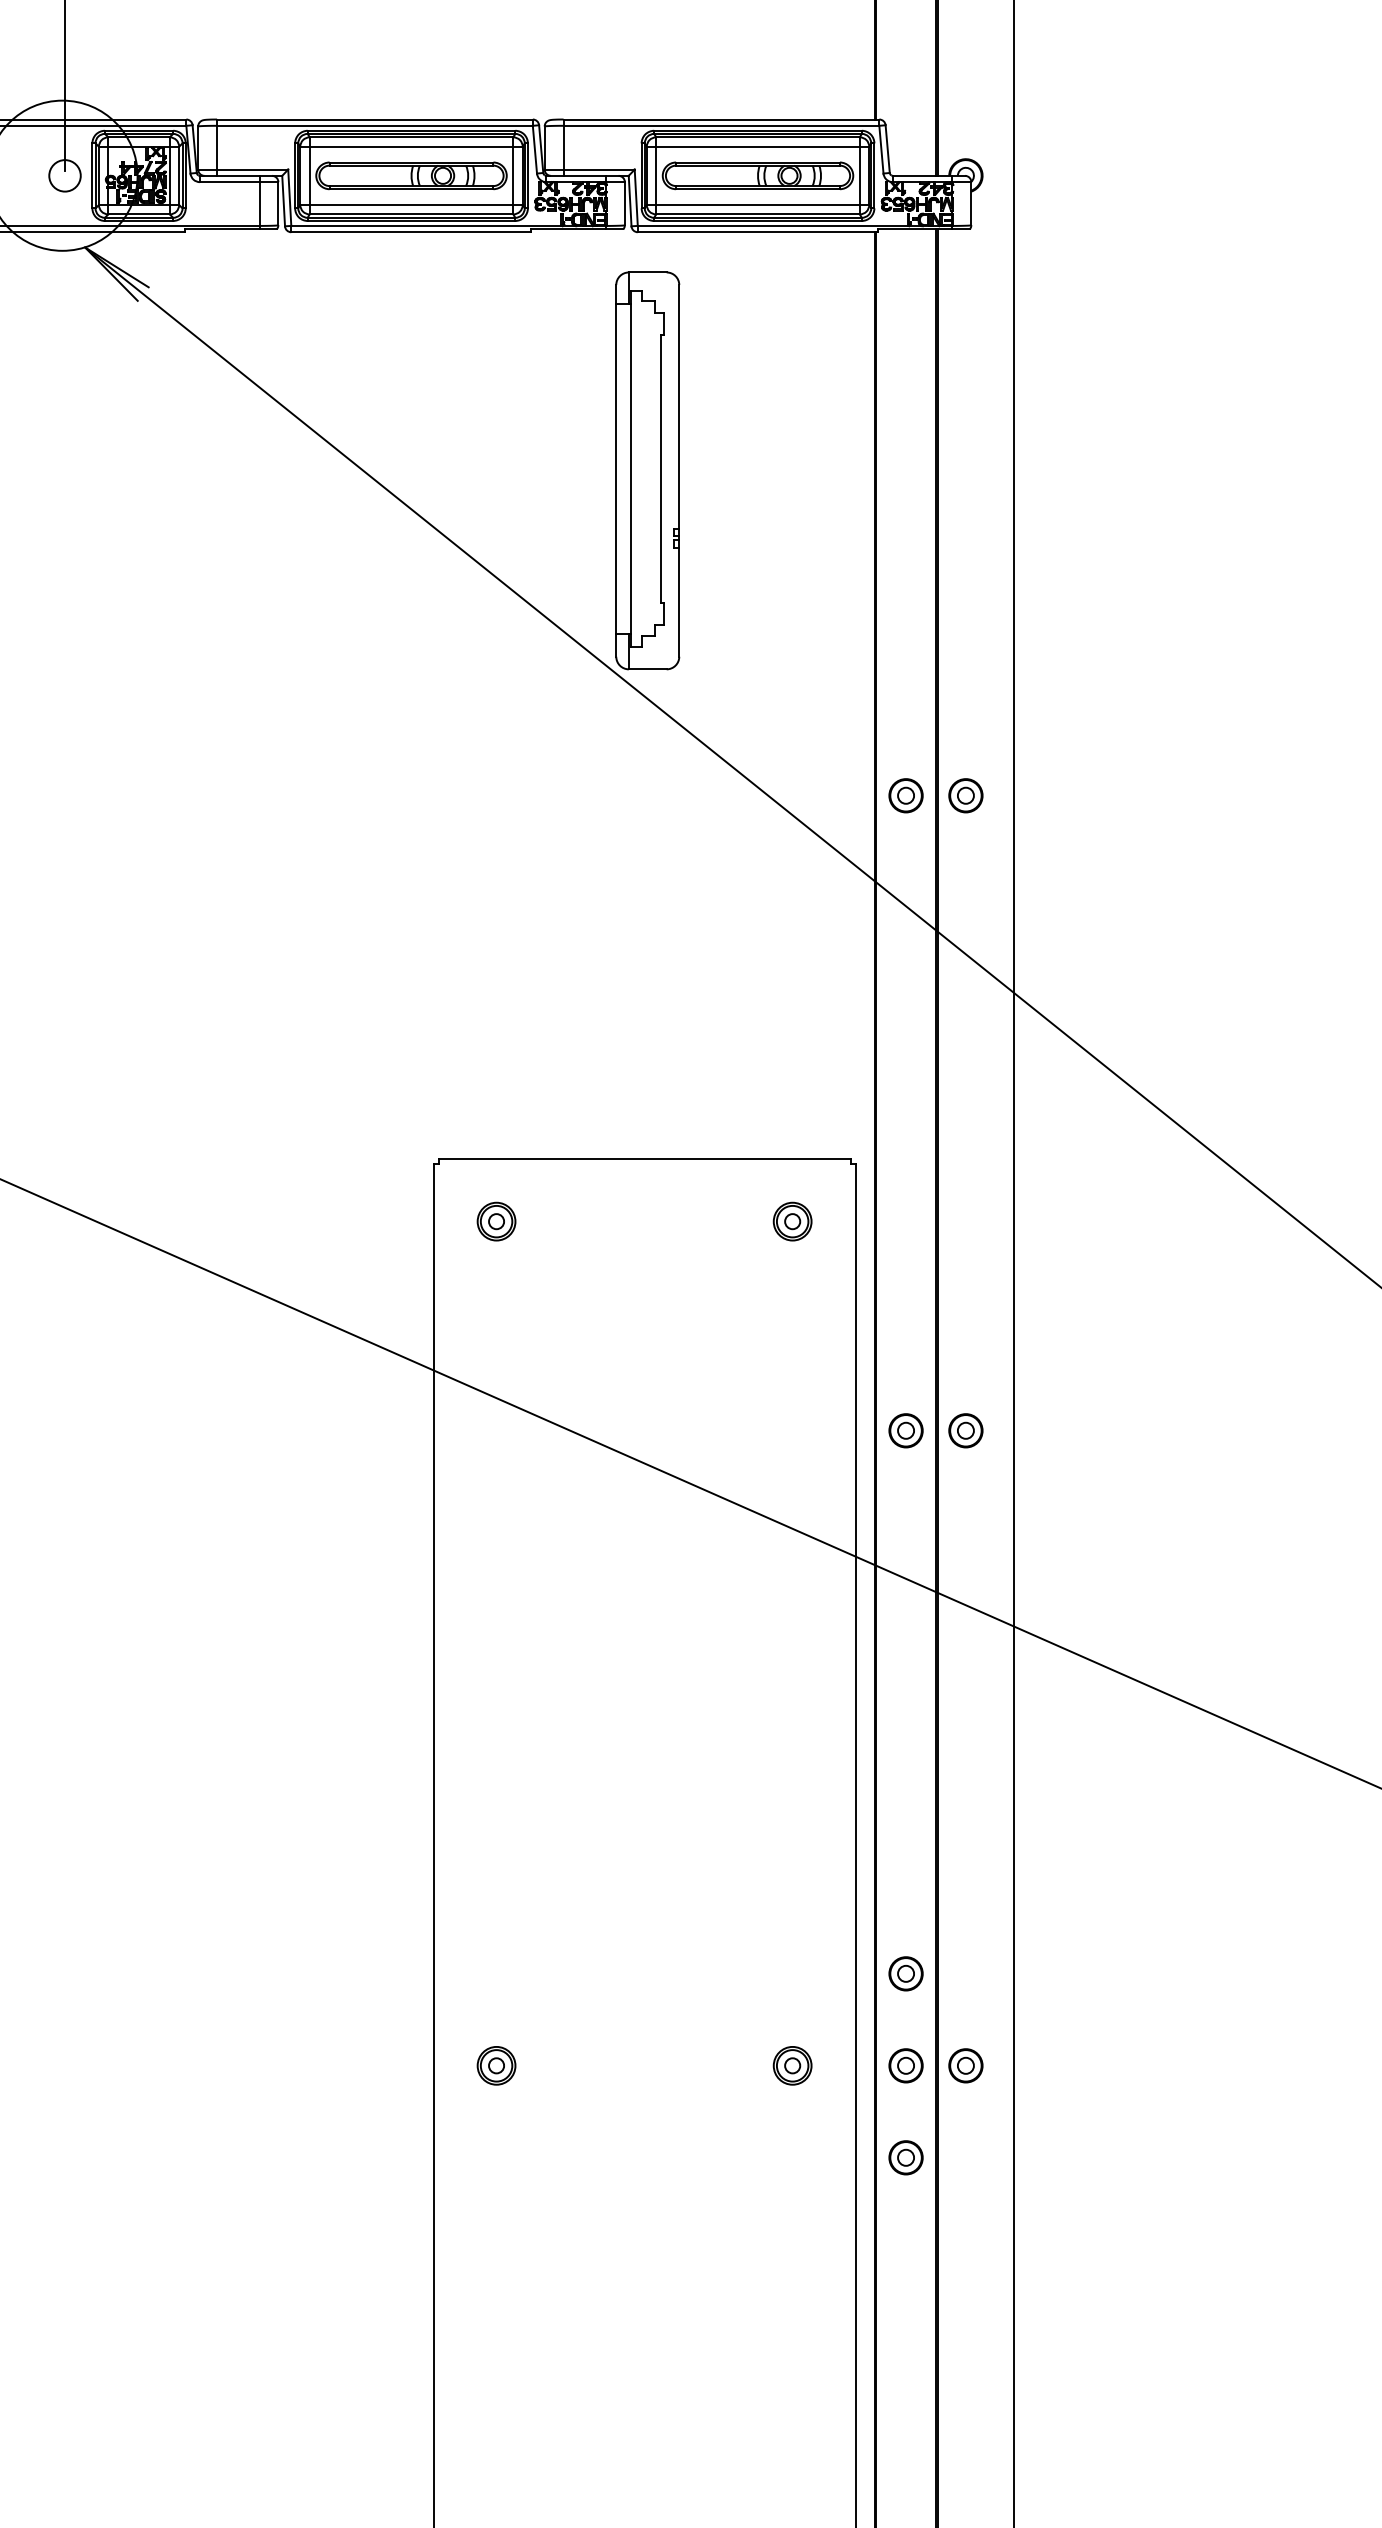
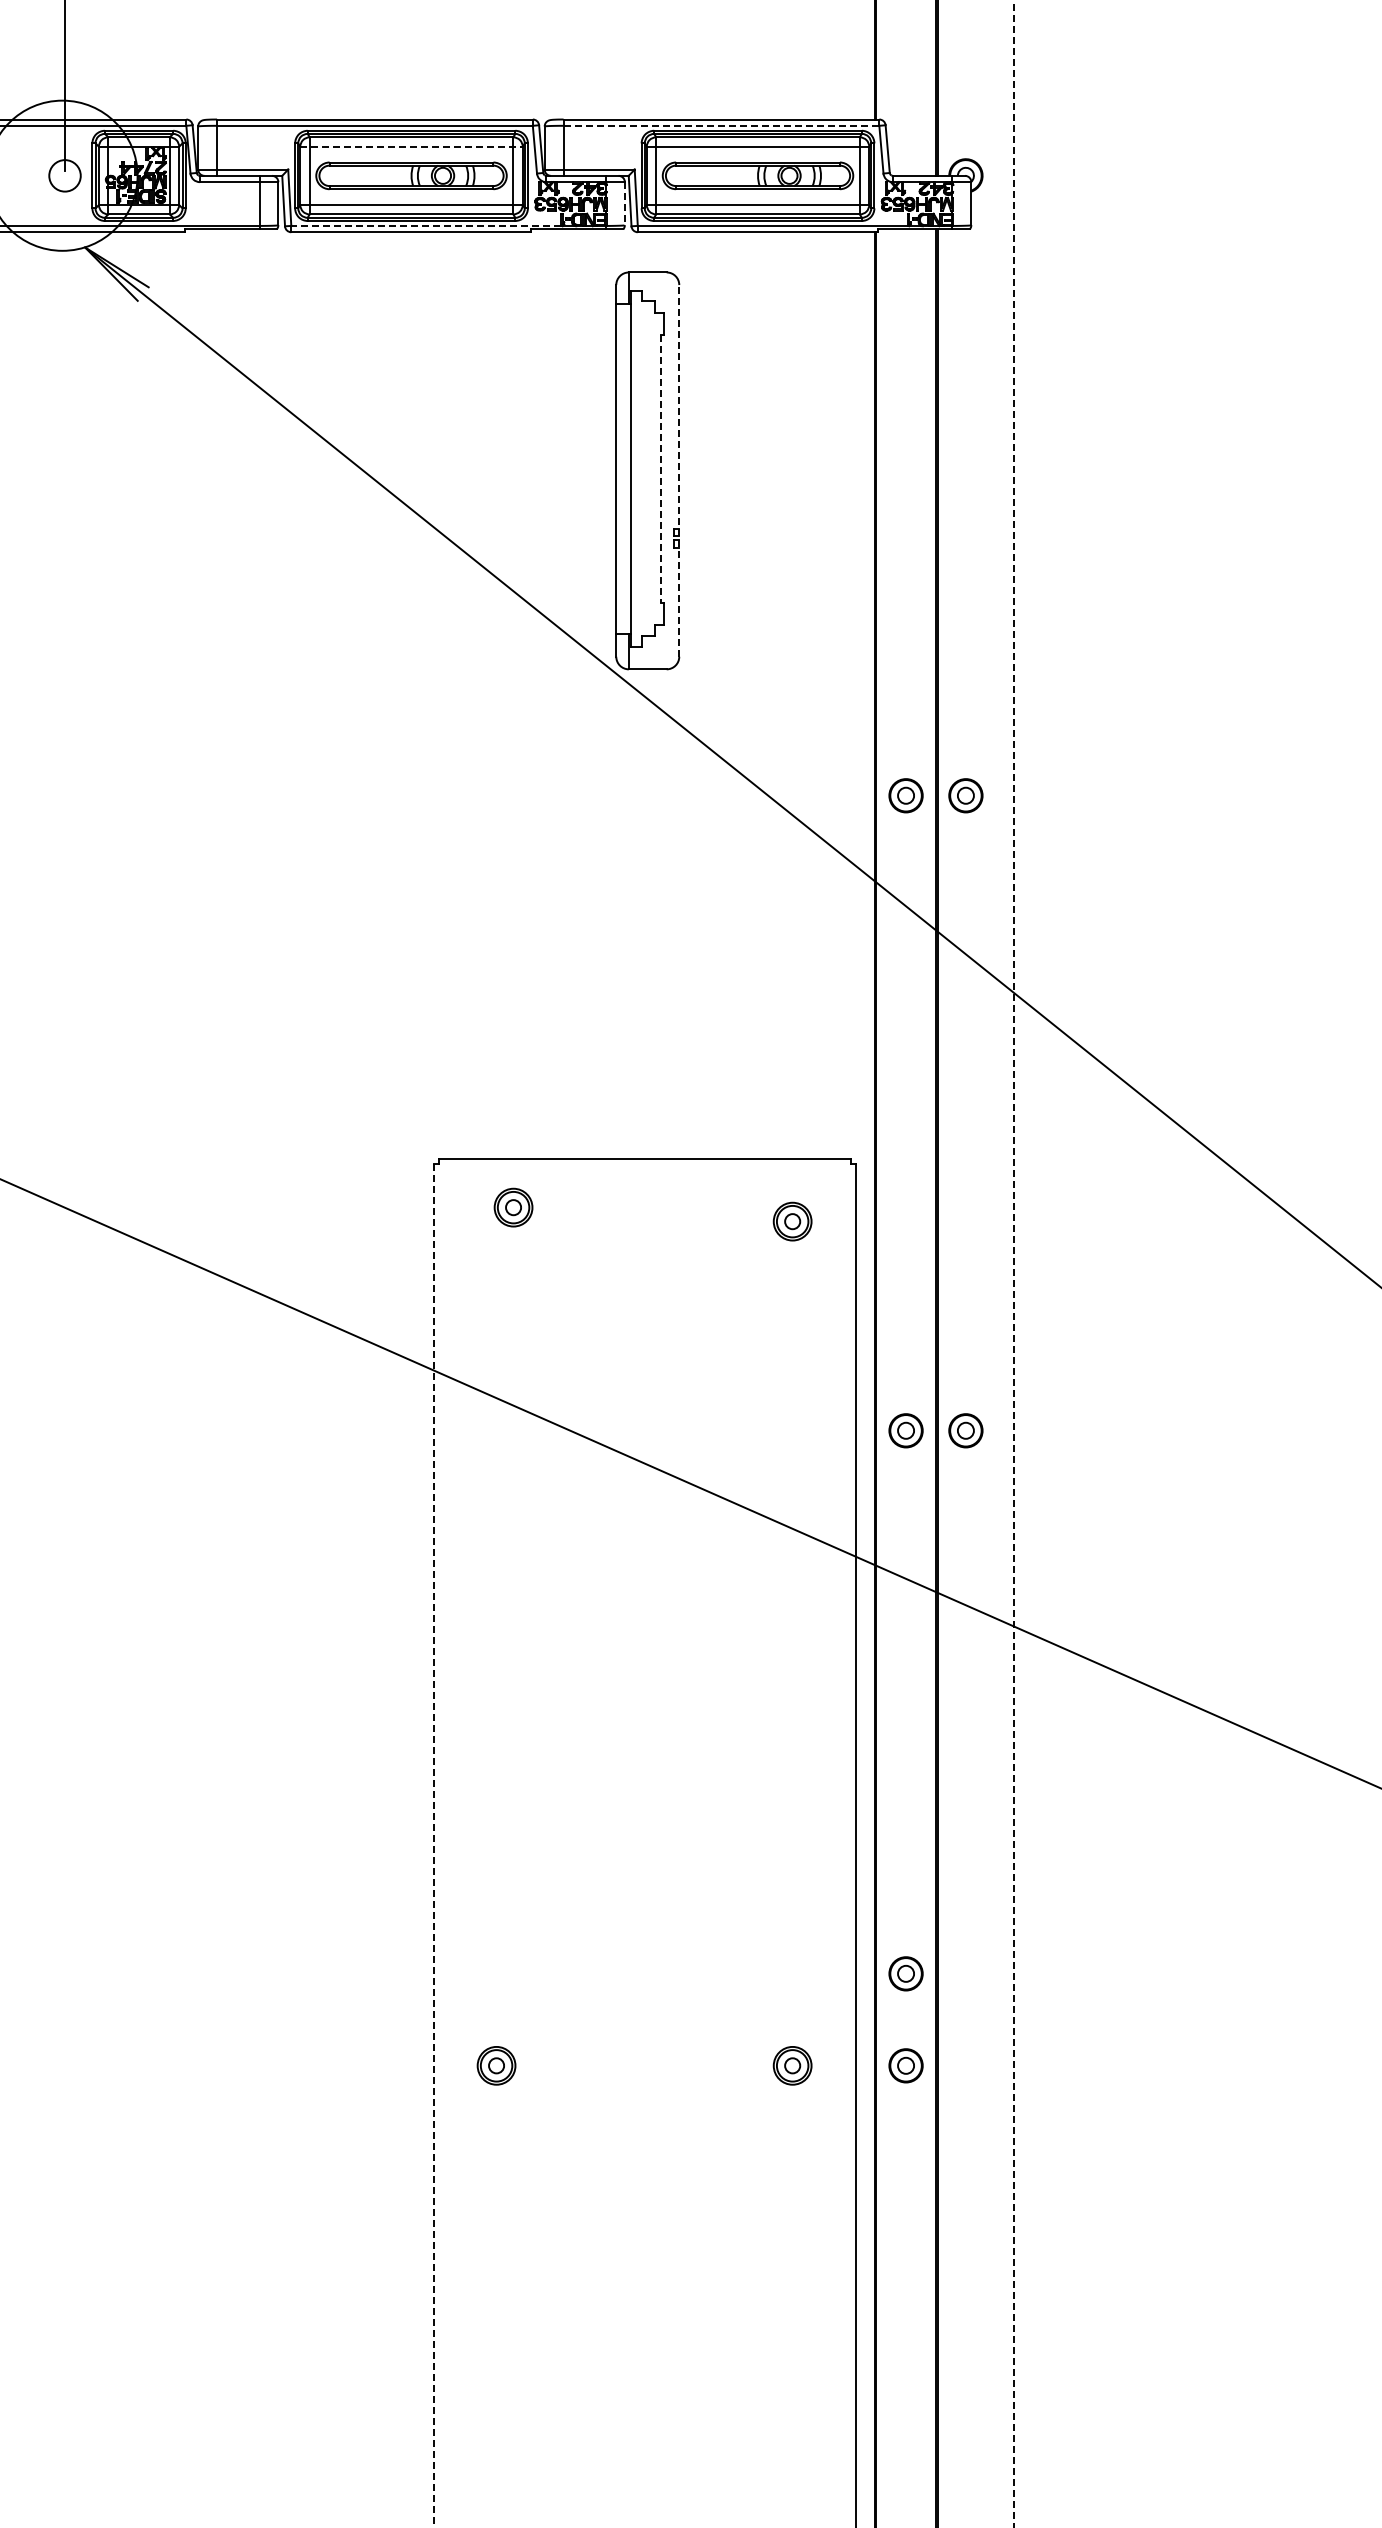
line at (721, 125): solid -> dashed
line at (412, 146): solid -> dashed
line at (624, 203): solid -> dashed
line at (426, 225): solid -> dashed
line at (661, 468): solid -> dashed
line at (679, 470): solid -> dashed
part at (496, 1221) position: (496, 1221) -> (513, 1207)
line at (1014, 1263): solid -> dashed
line at (433, 1845): solid -> dashed
part at (965, 2065): present -> none
part at (905, 2157): present -> none
